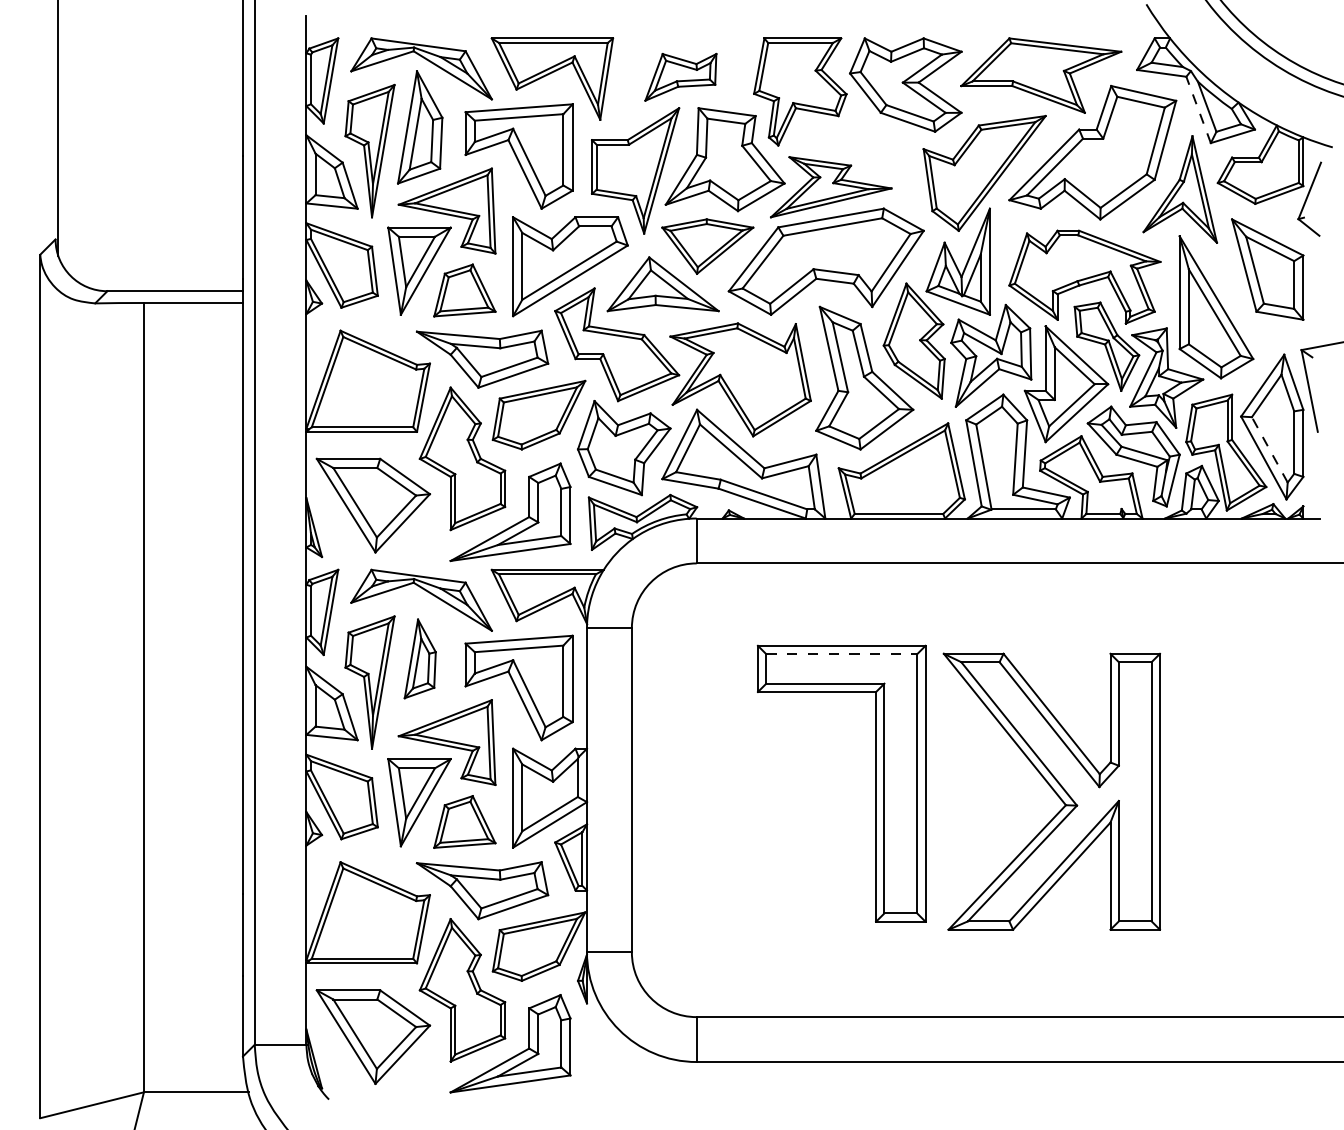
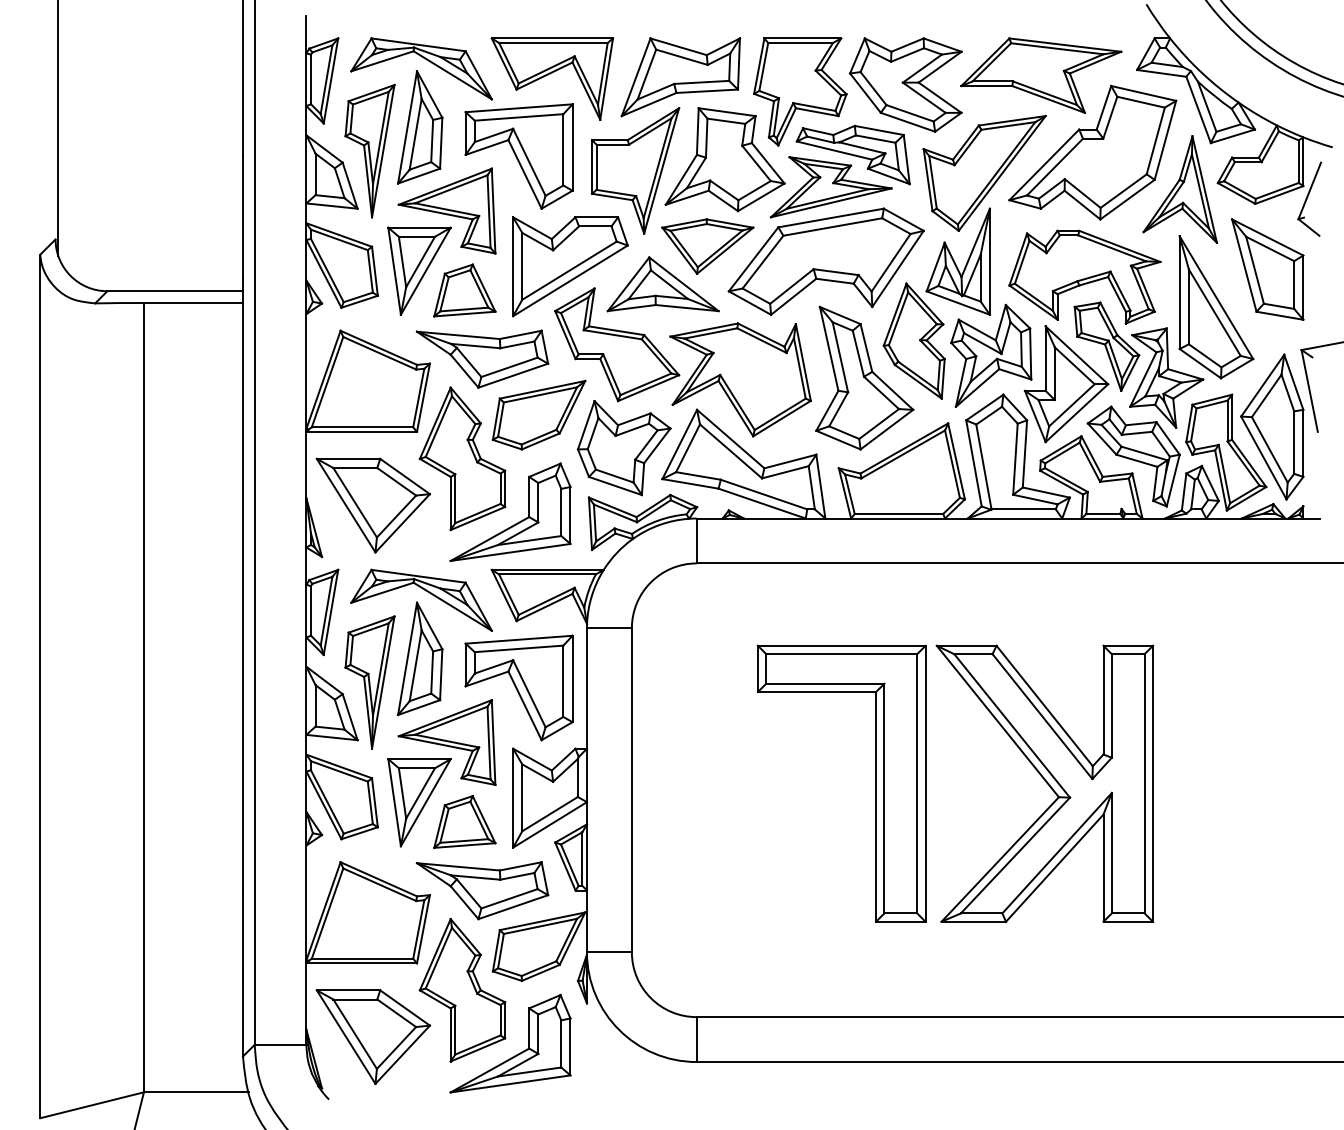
part at (680, 76) size: 74x50 px -> 122x81 px
line at (1198, 109): dashed -> solid
part at (852, 154): none -> present
line at (1269, 449): dashed -> solid
line at (842, 654): dashed -> solid
part at (419, 658) size: 34x82 px -> 47x116 px
part at (1051, 791) position: (1051, 791) -> (1044, 783)
